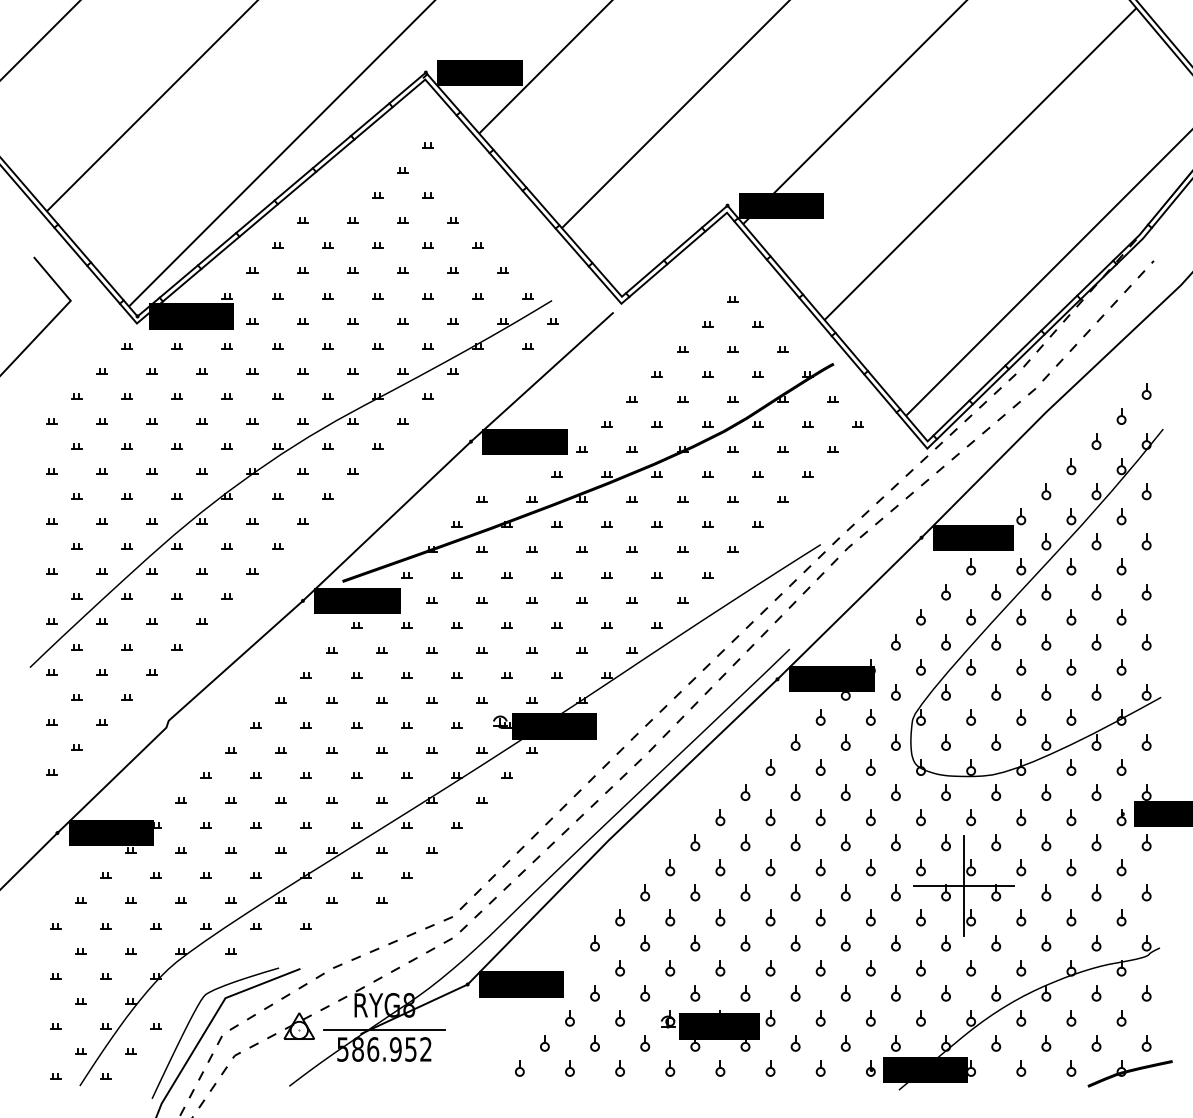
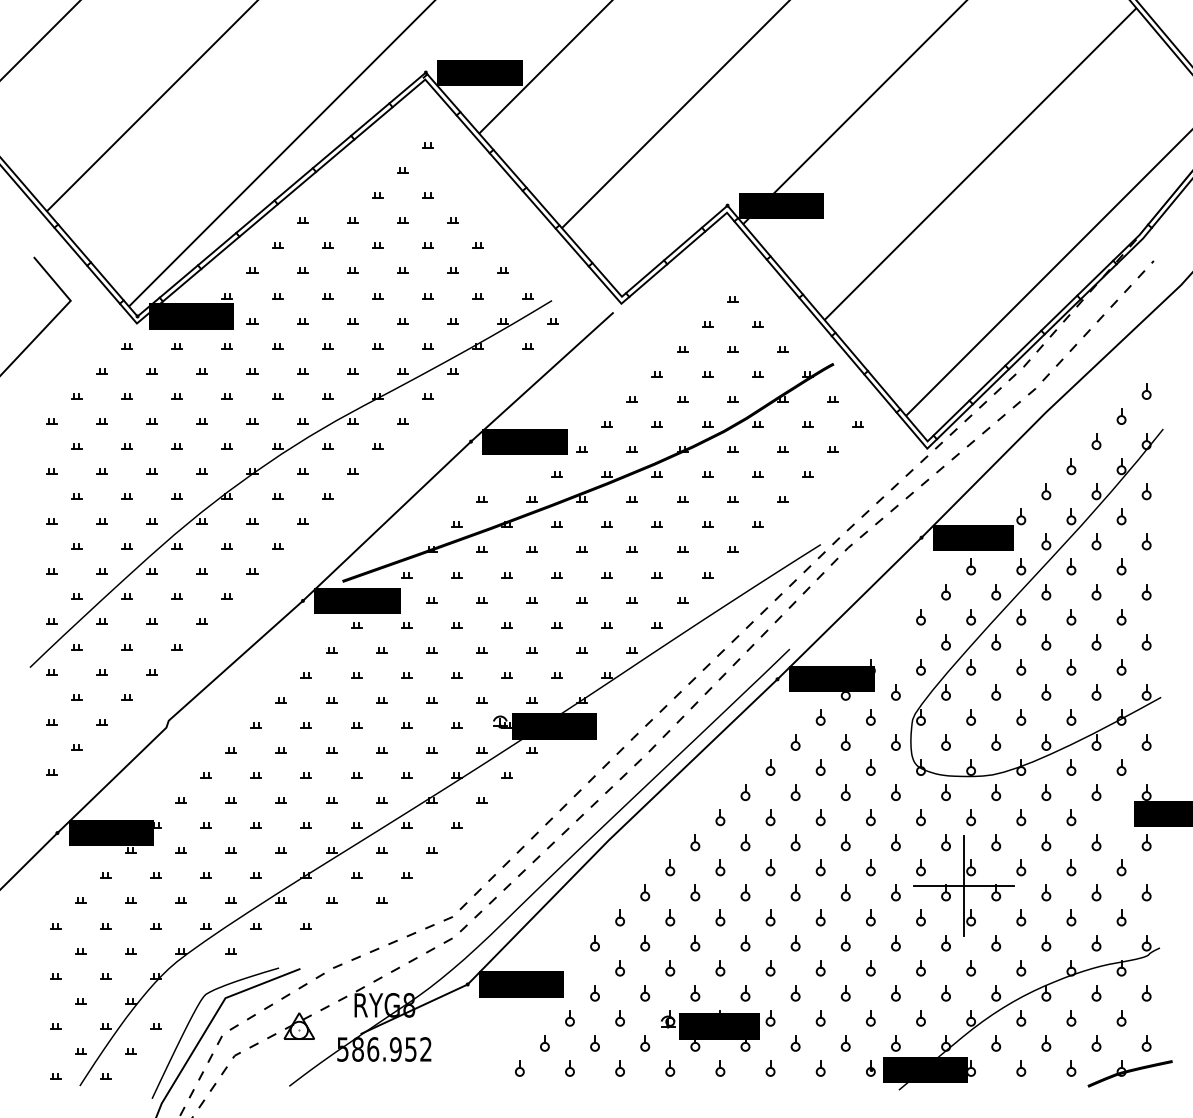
part at (895, 642): present -> none
part at (1121, 817): present -> none
line at (384, 1030): present -> none
